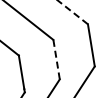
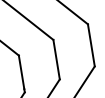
line at (72, 11): dashed -> solid
line at (56, 59): dashed -> solid
